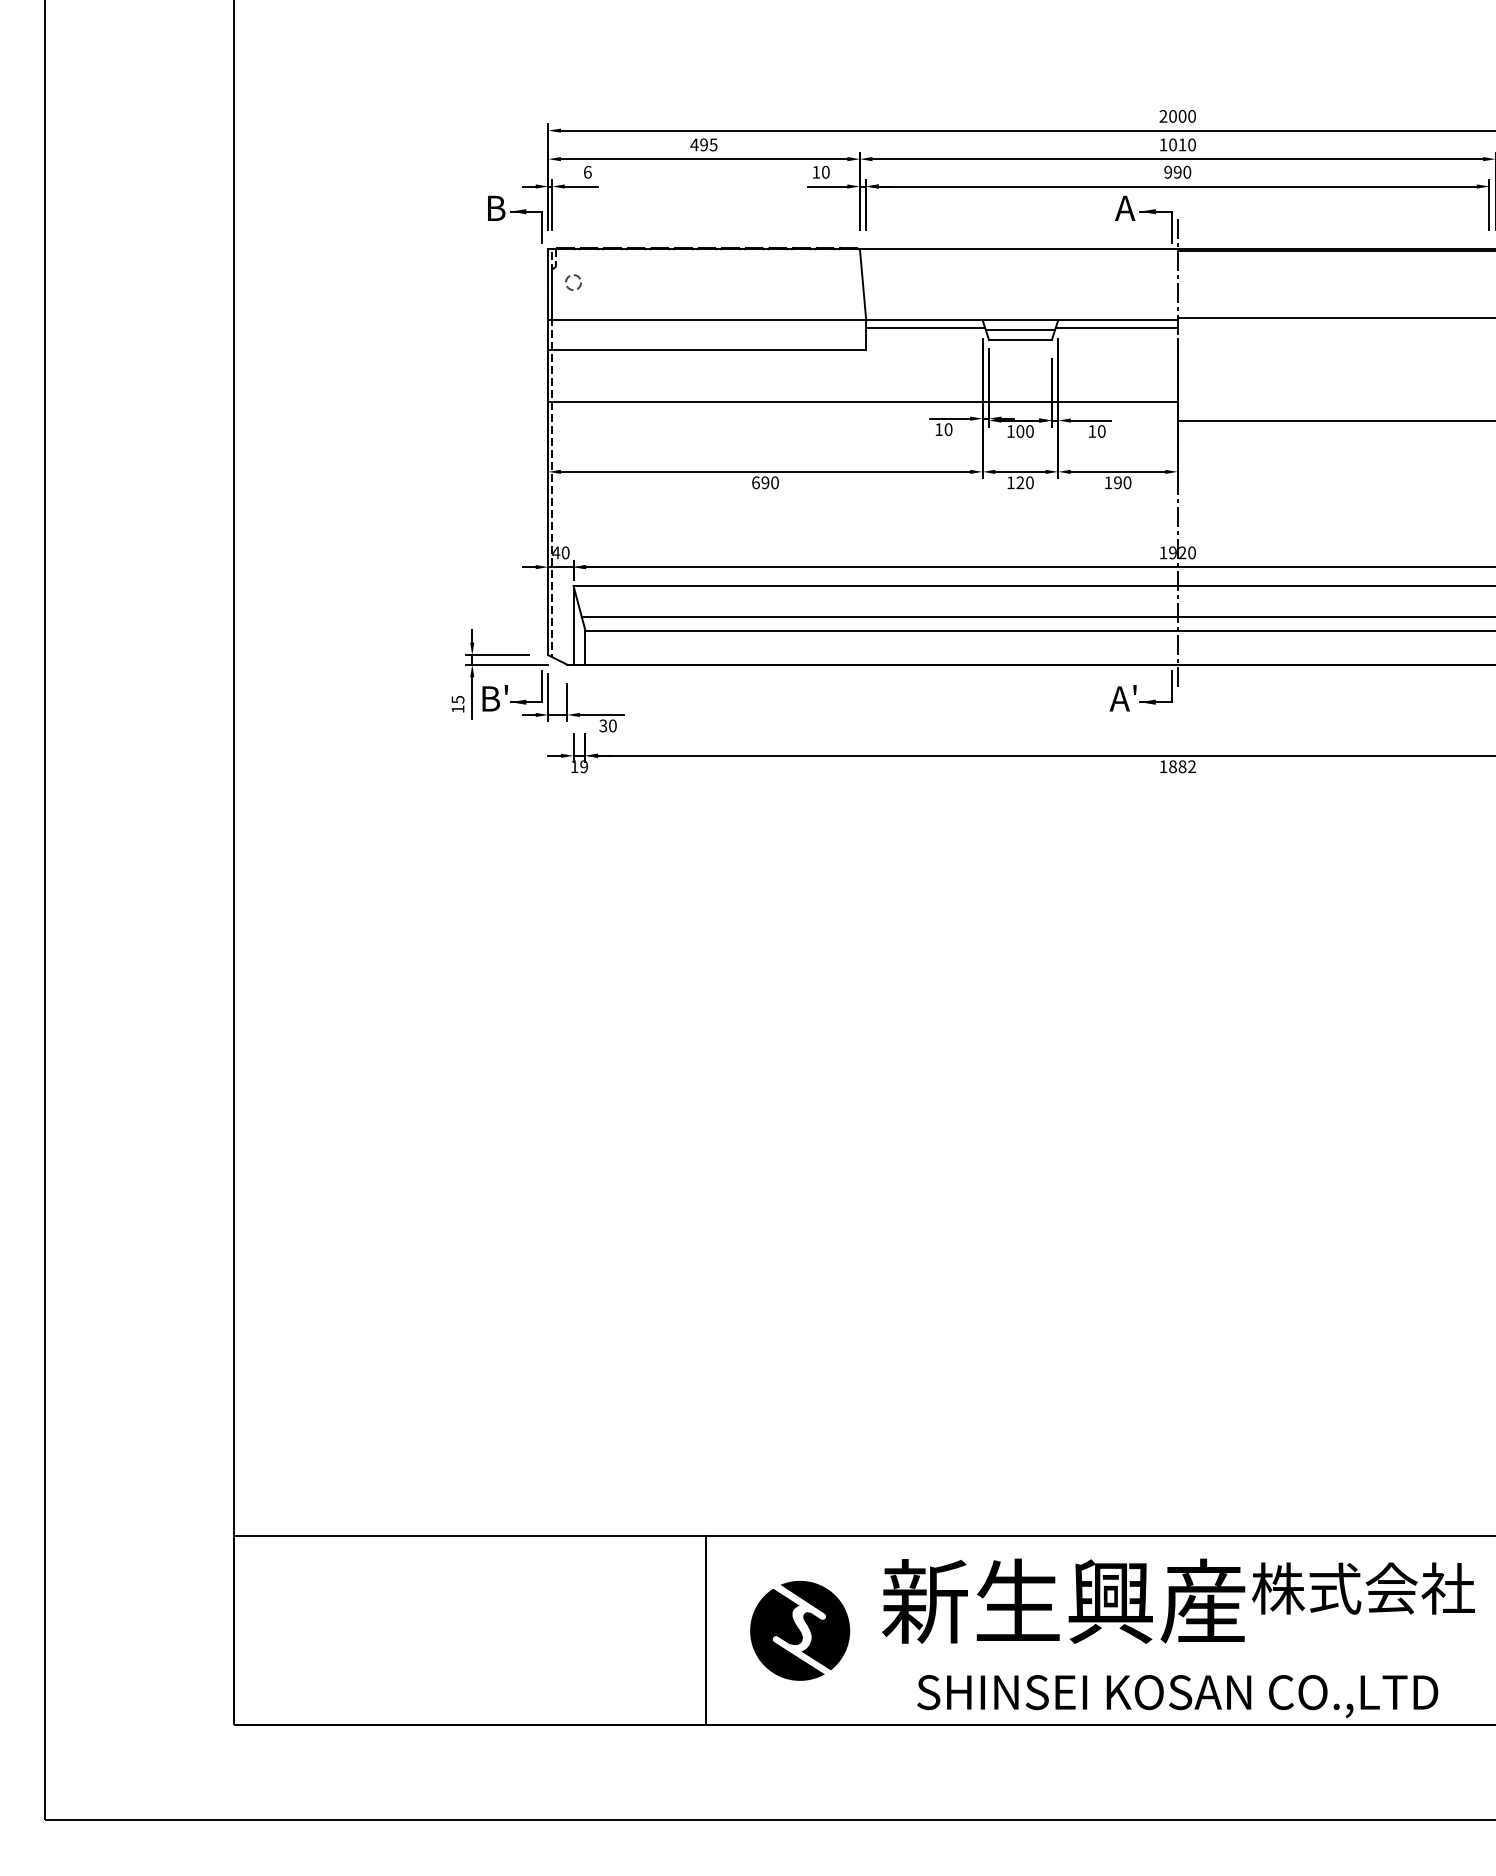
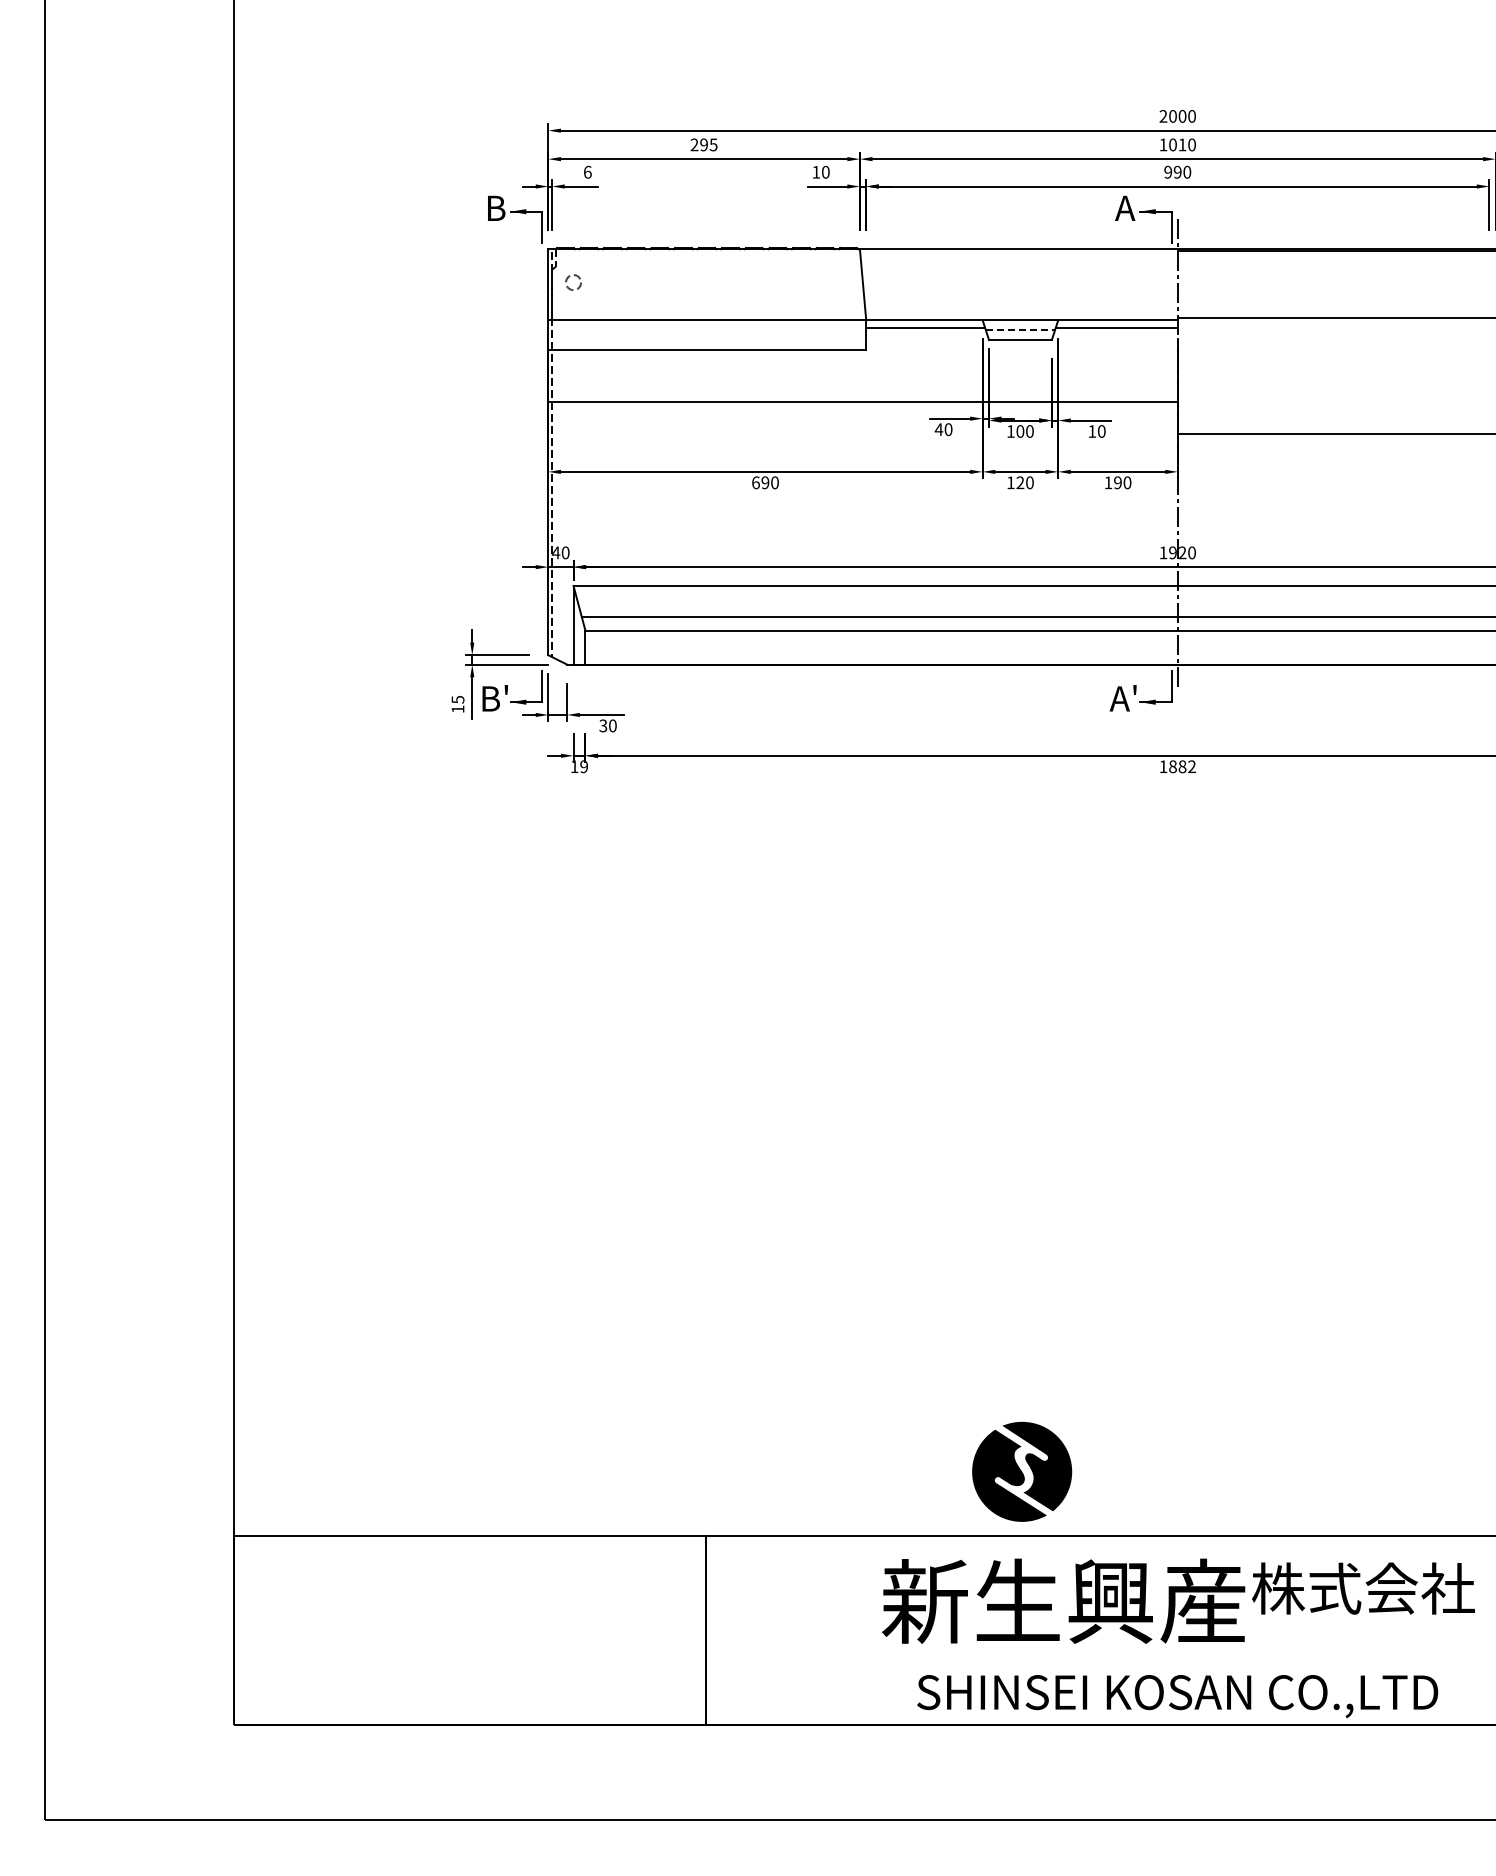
text at (694, 144): 495 -> 295
line at (1020, 330): solid -> dashed
line at (1334, 421) position: (1334, 421) -> (1334, 434)
text at (938, 429): 10 -> 40
part at (800, 1630) position: (800, 1630) -> (1022, 1471)
